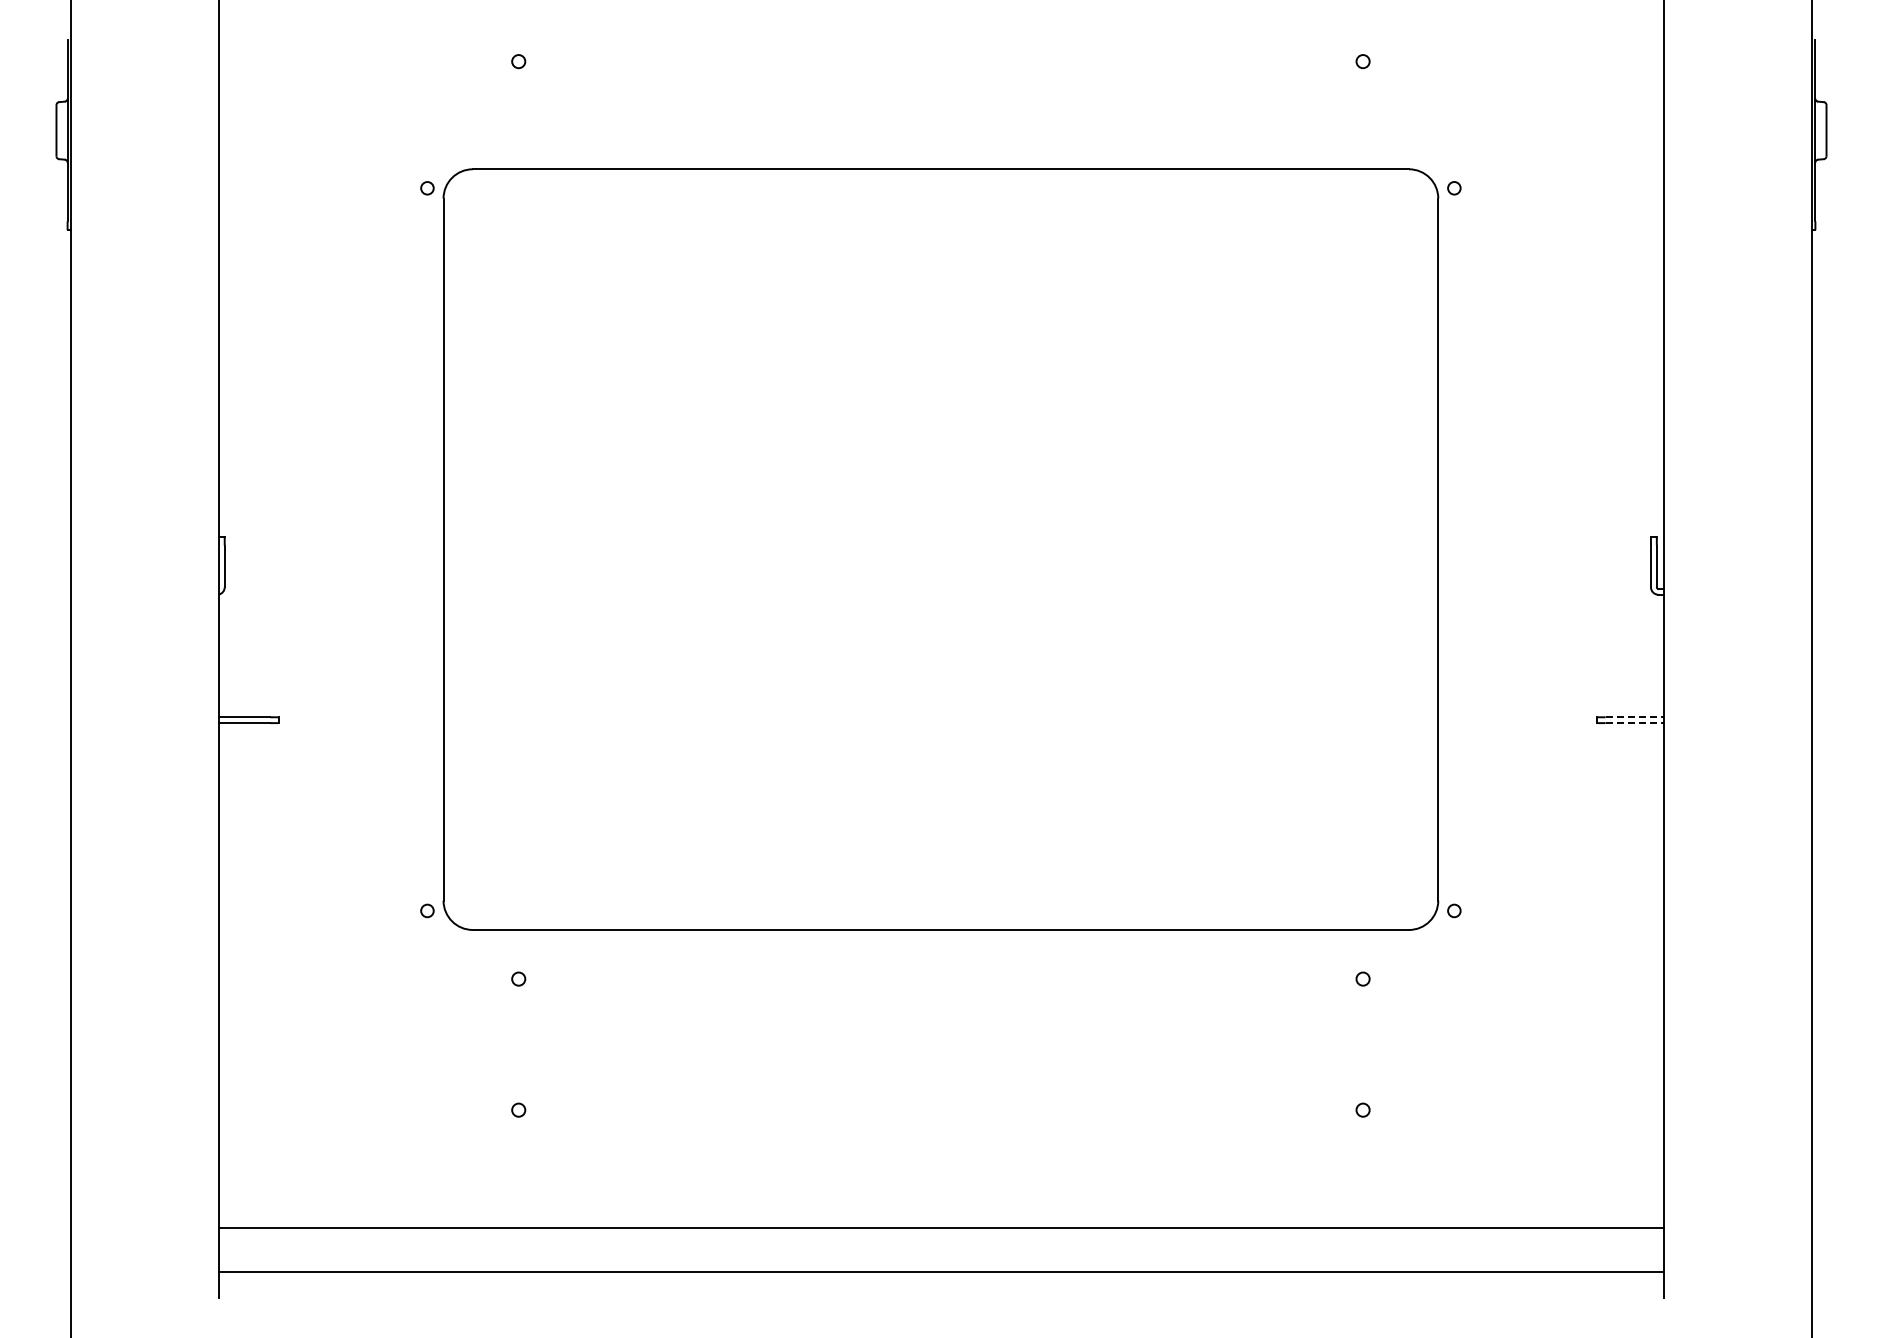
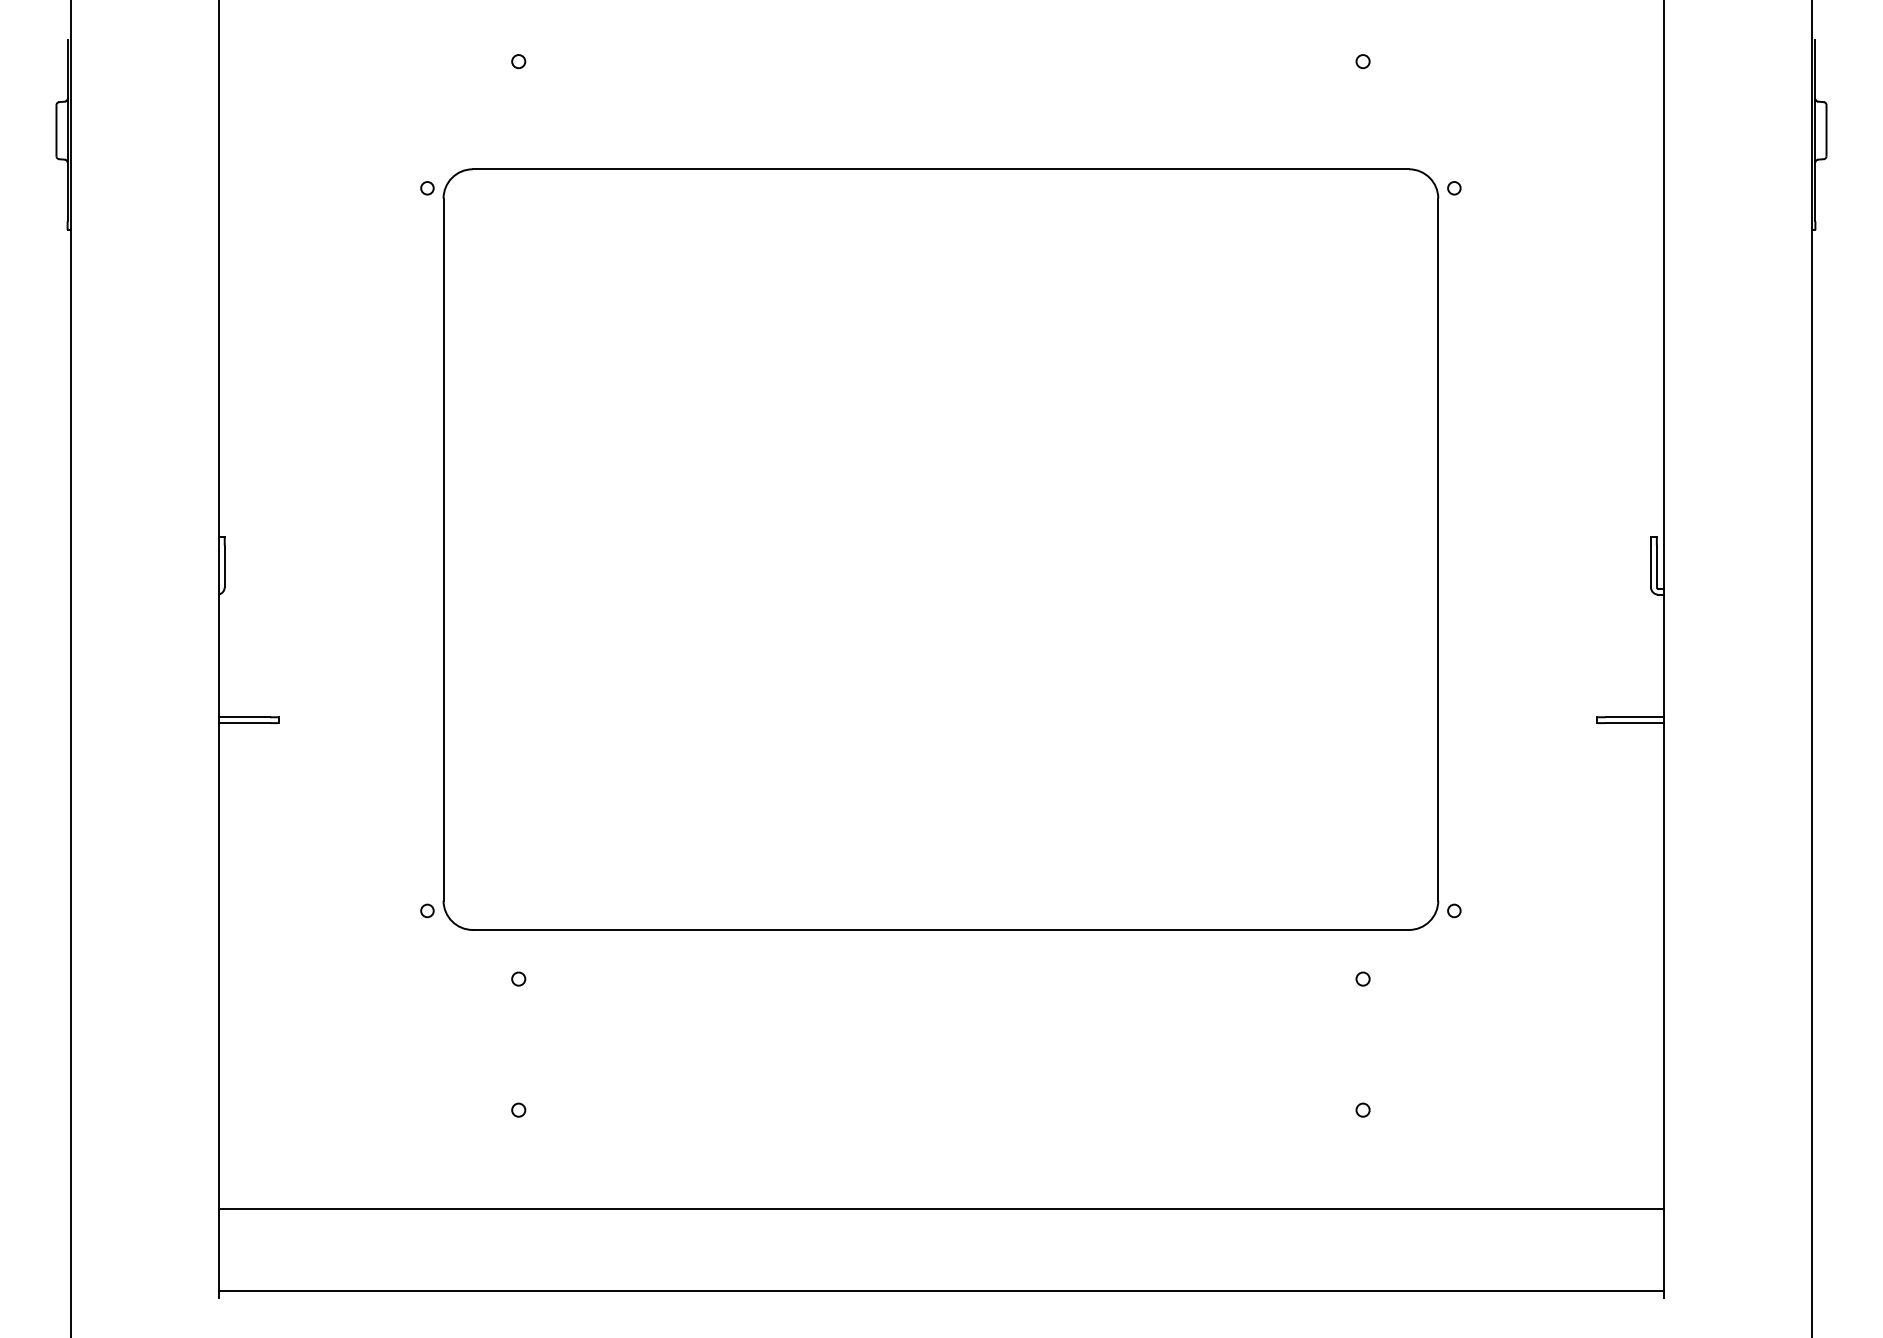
line at (1635, 717): dashed -> solid
line at (1635, 723): dashed -> solid
line at (941, 1227) position: (941, 1227) -> (941, 1208)
line at (941, 1271) position: (941, 1271) -> (941, 1290)
